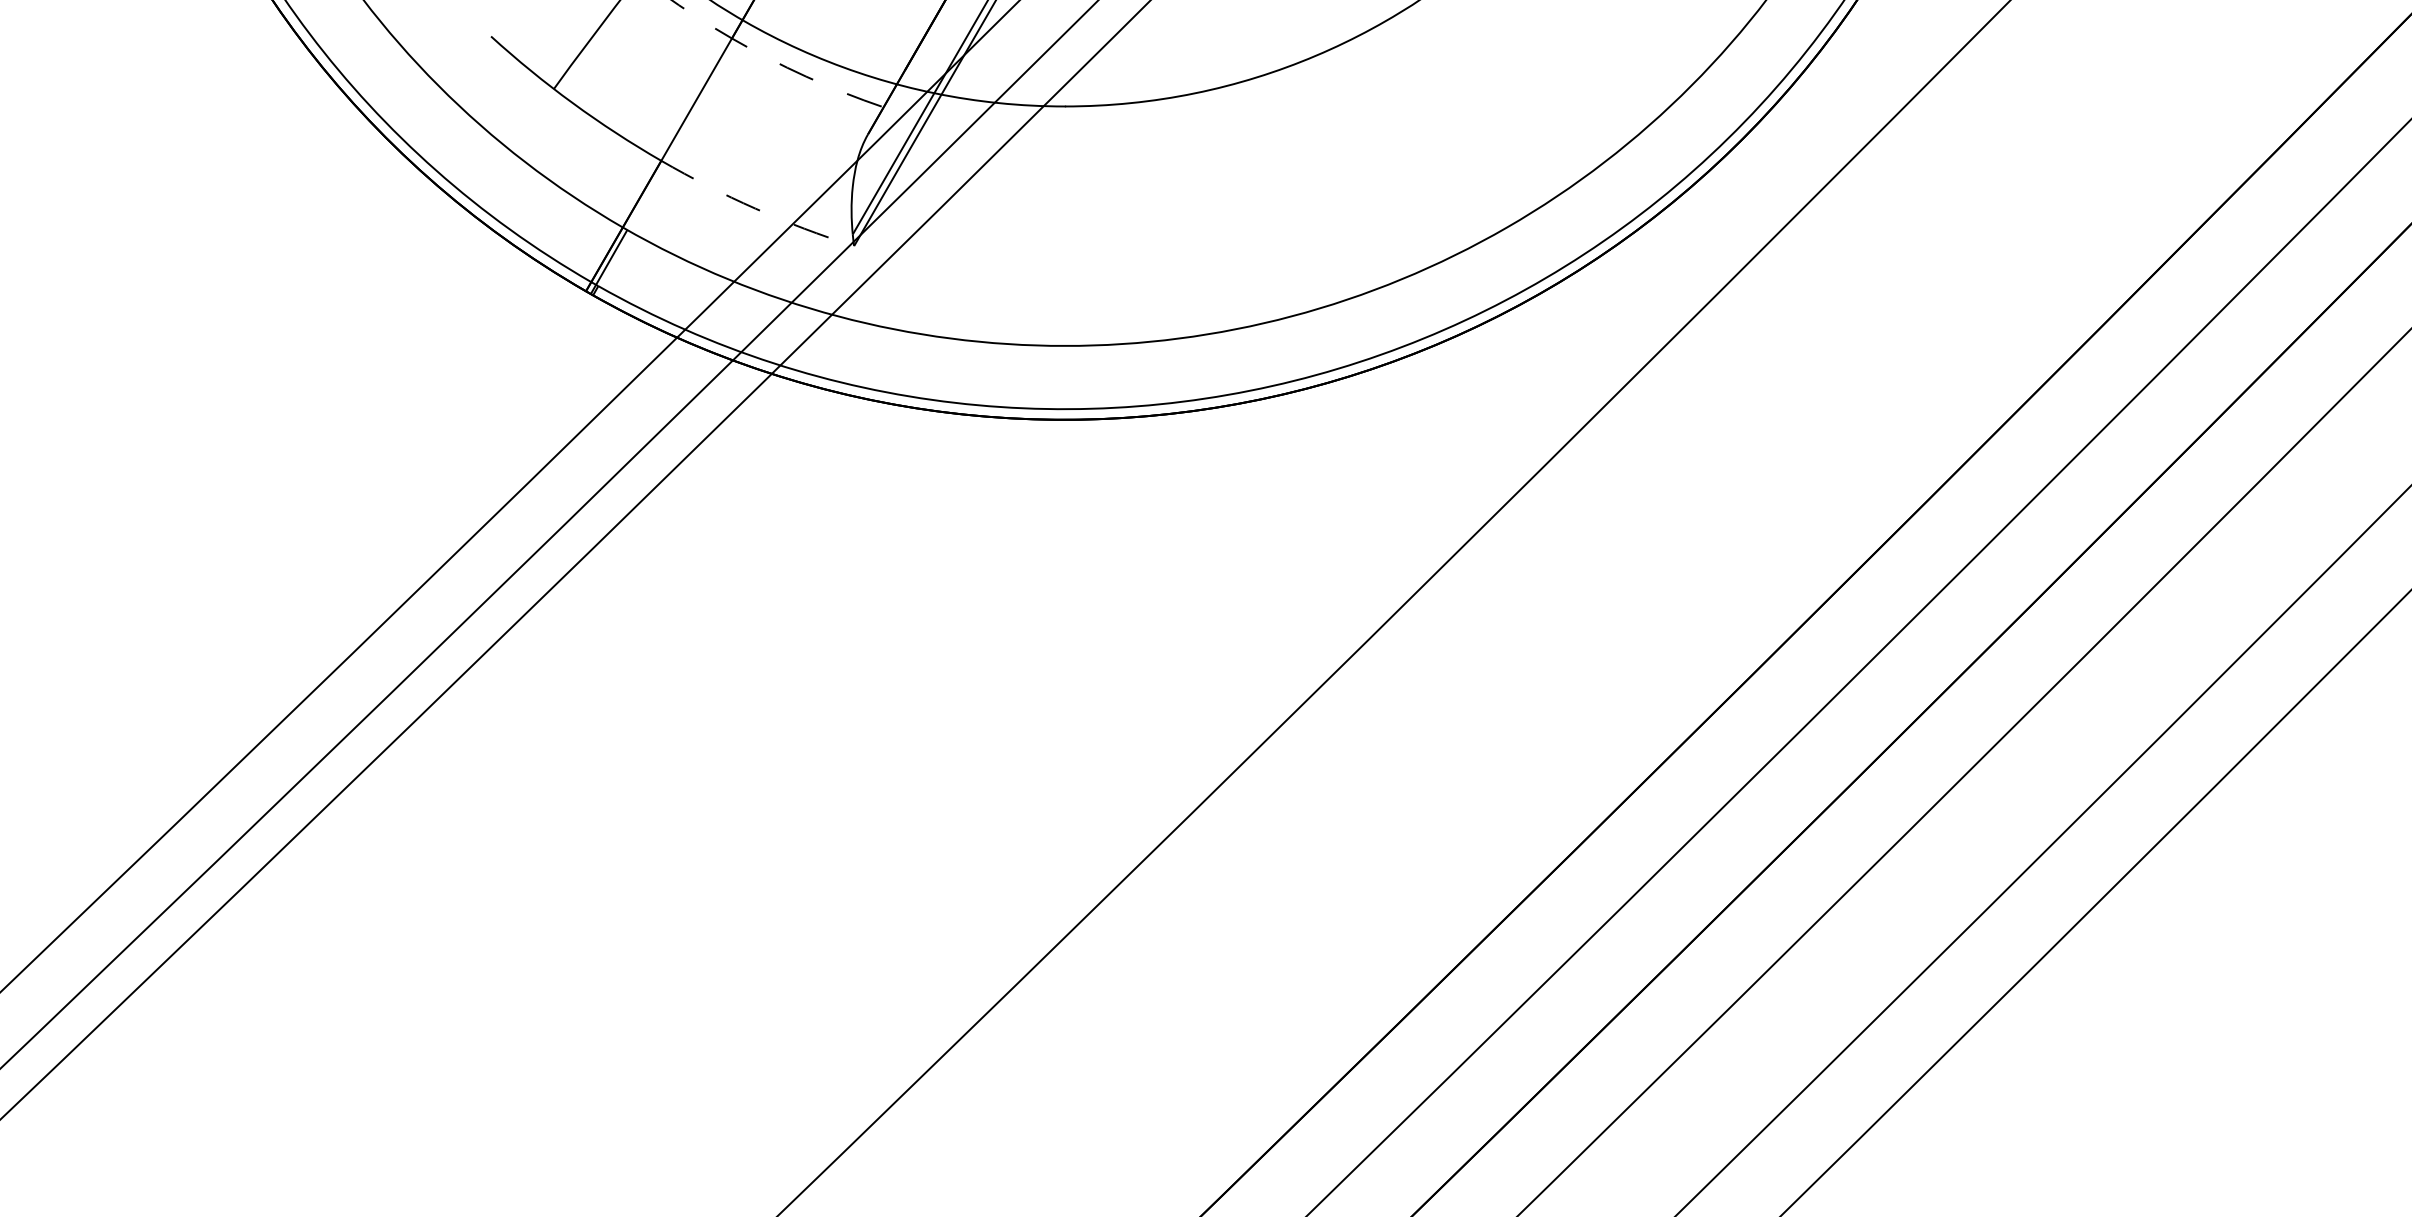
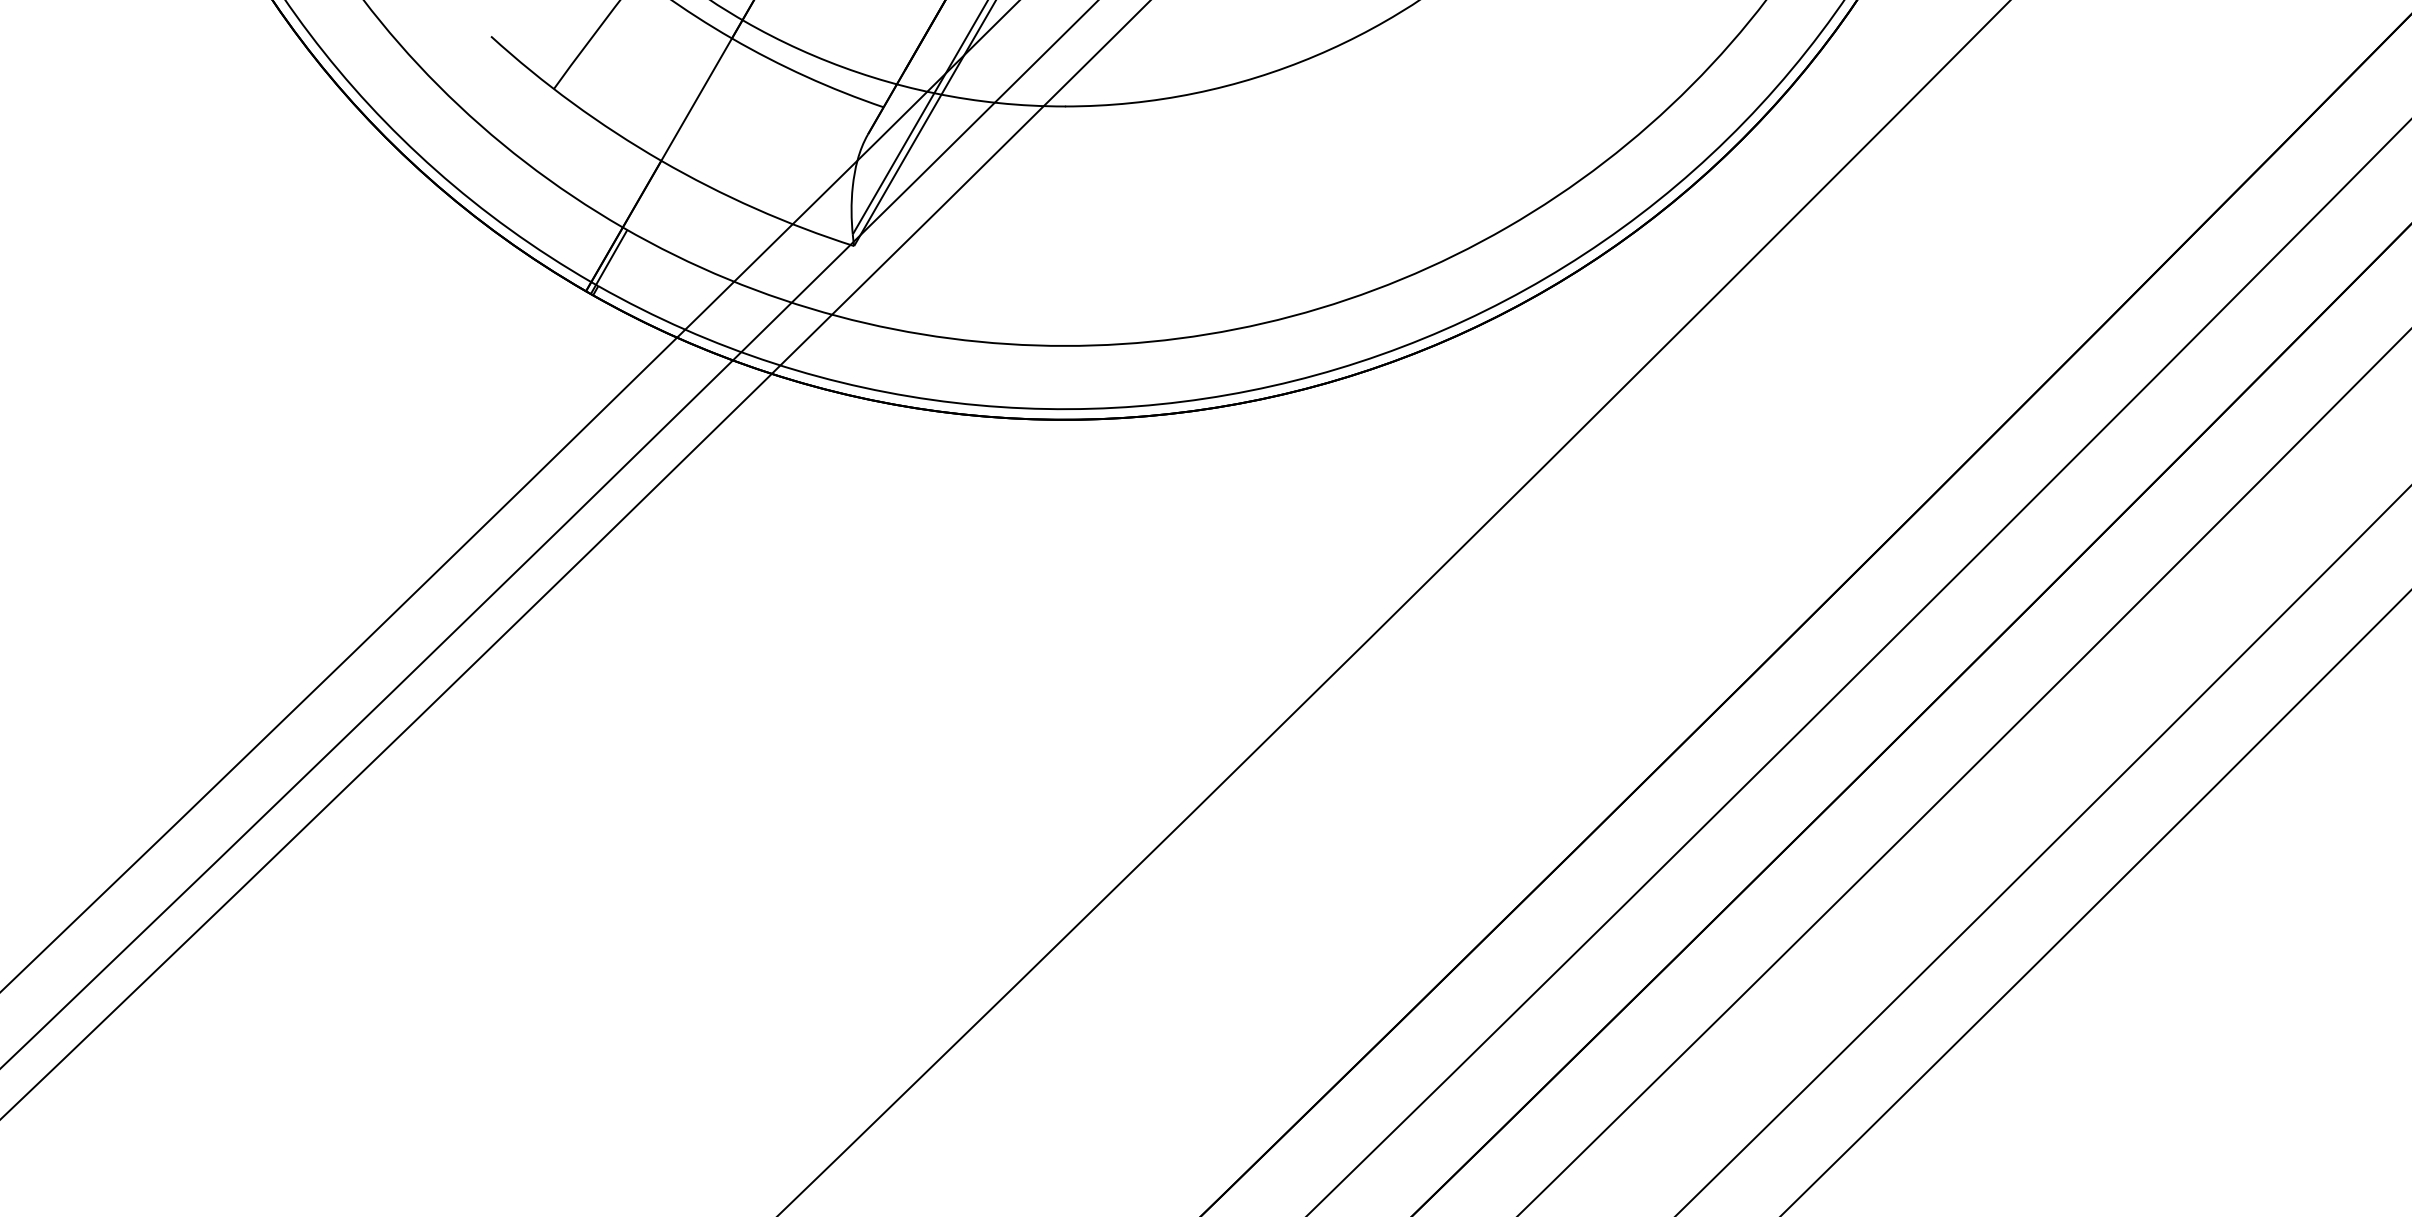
arc at (773, 61): dashed -> solid
arc at (755, 208): dashed -> solid
